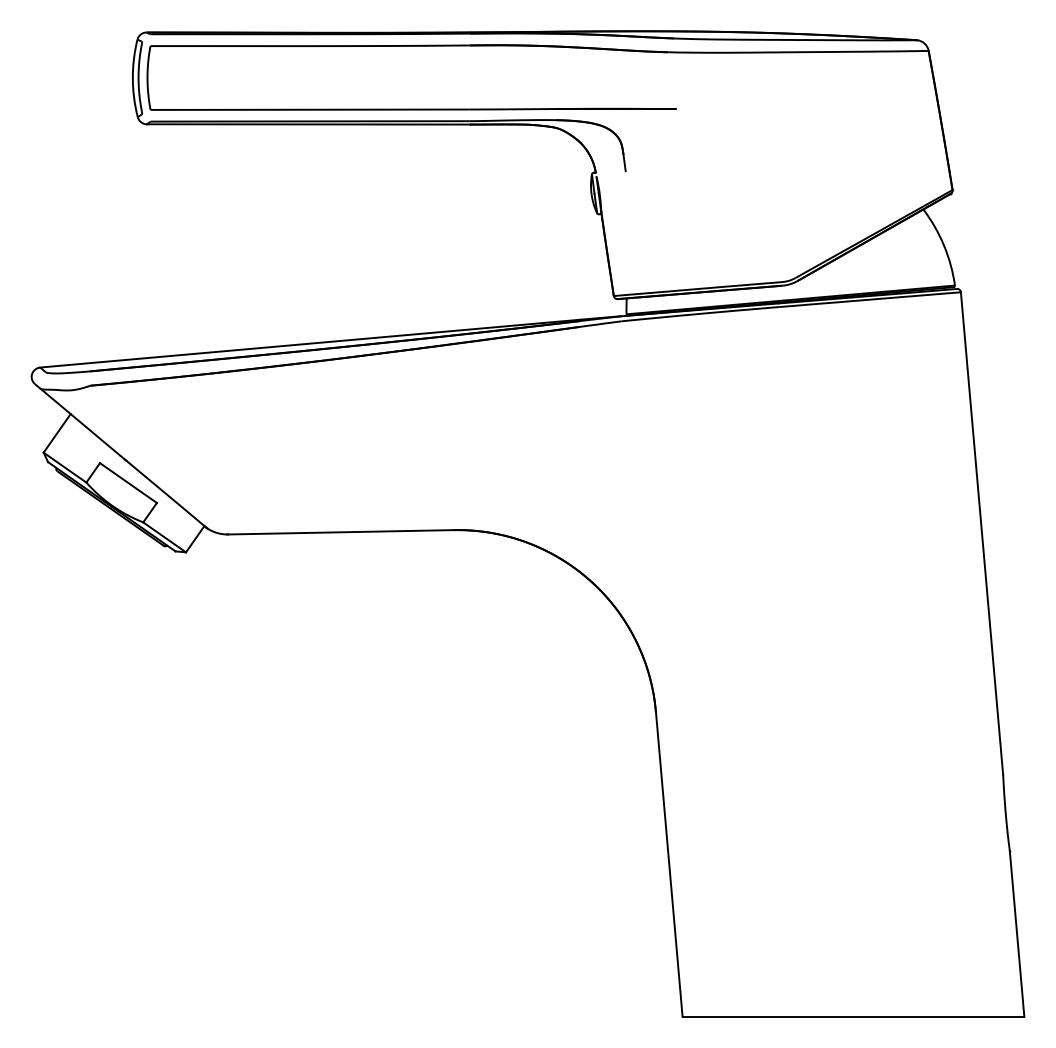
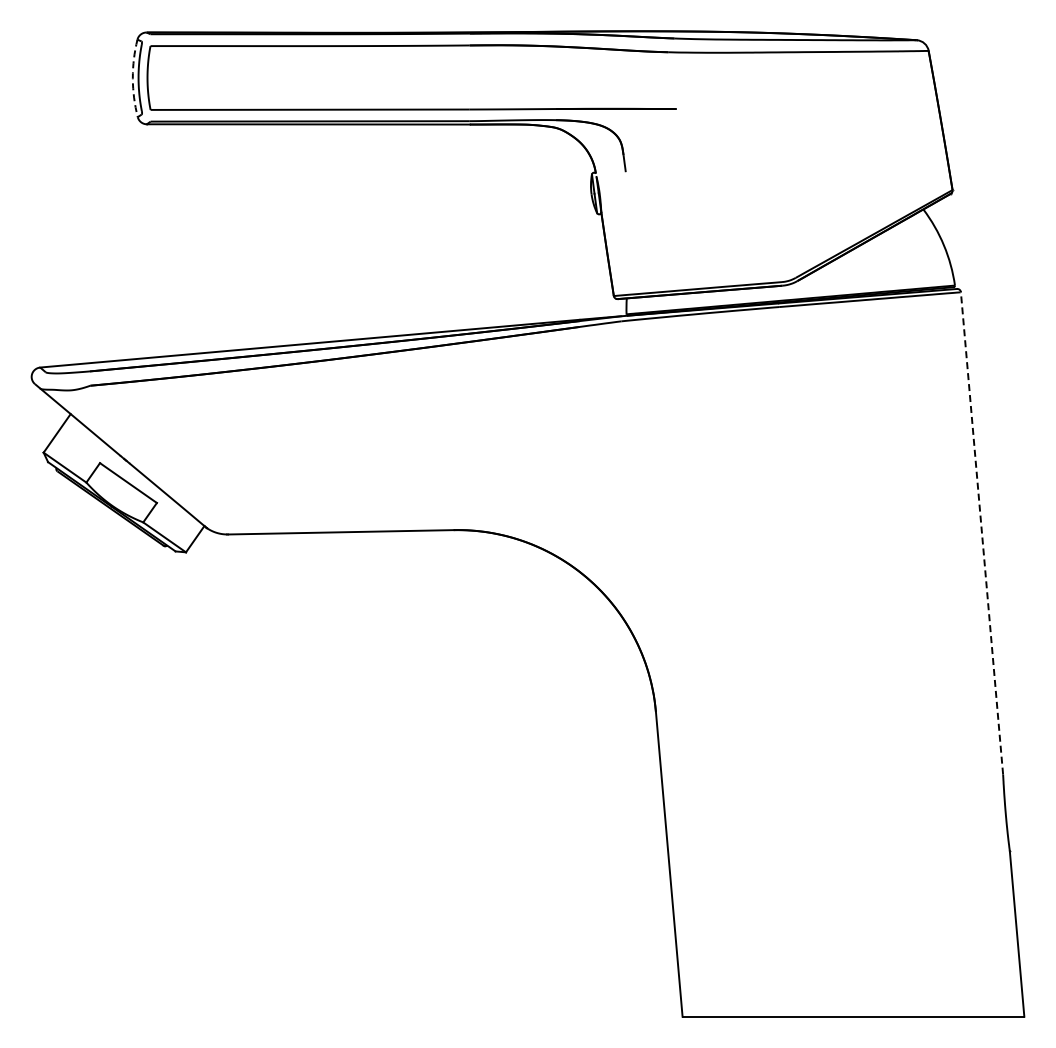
arc at (132, 78): solid -> dashed
line at (981, 532): solid -> dashed
